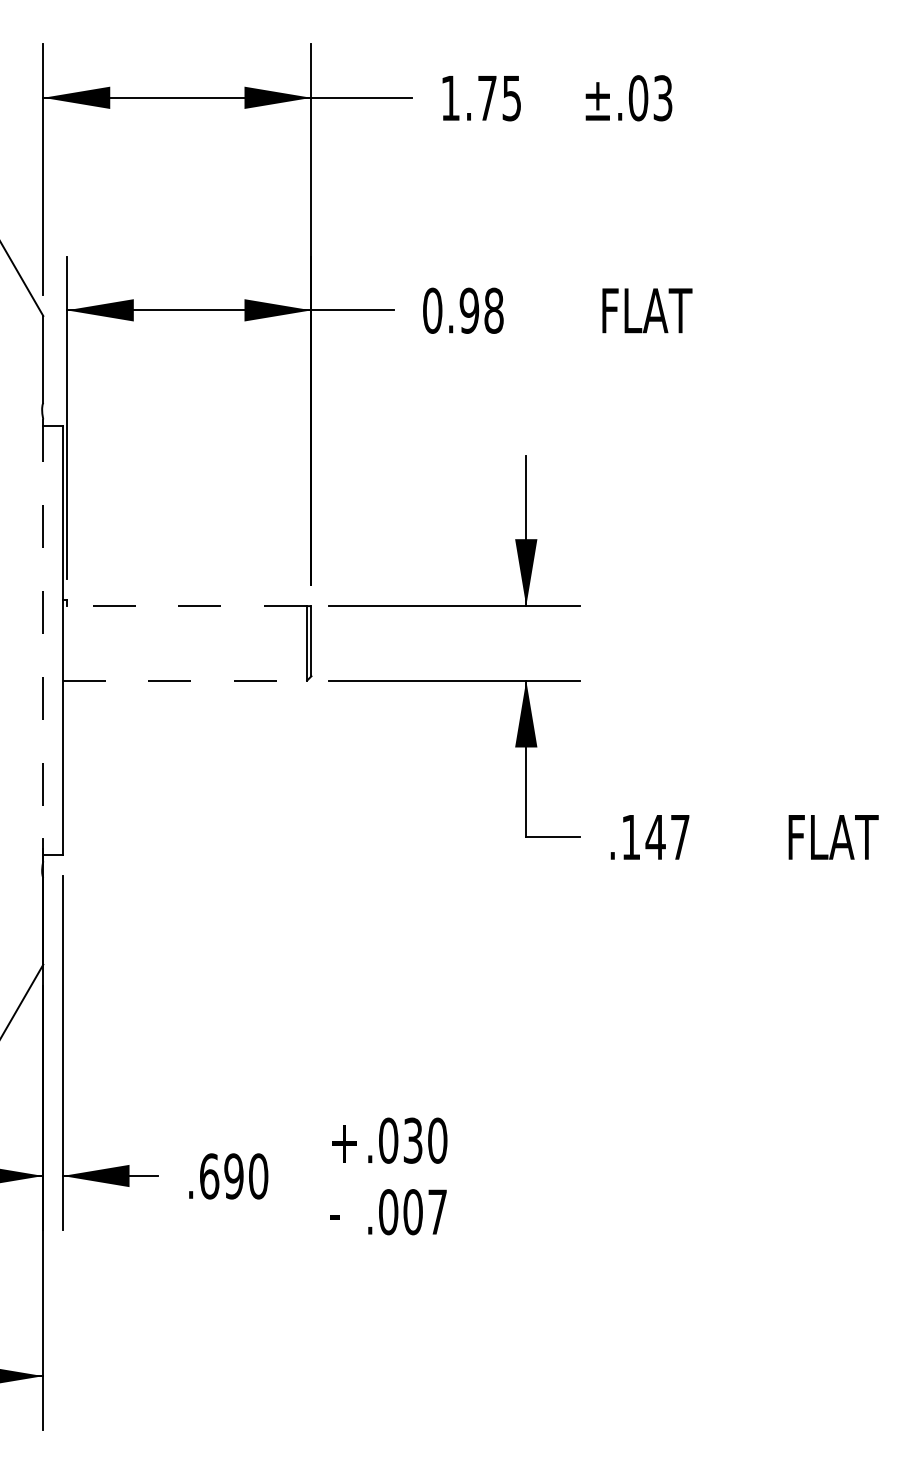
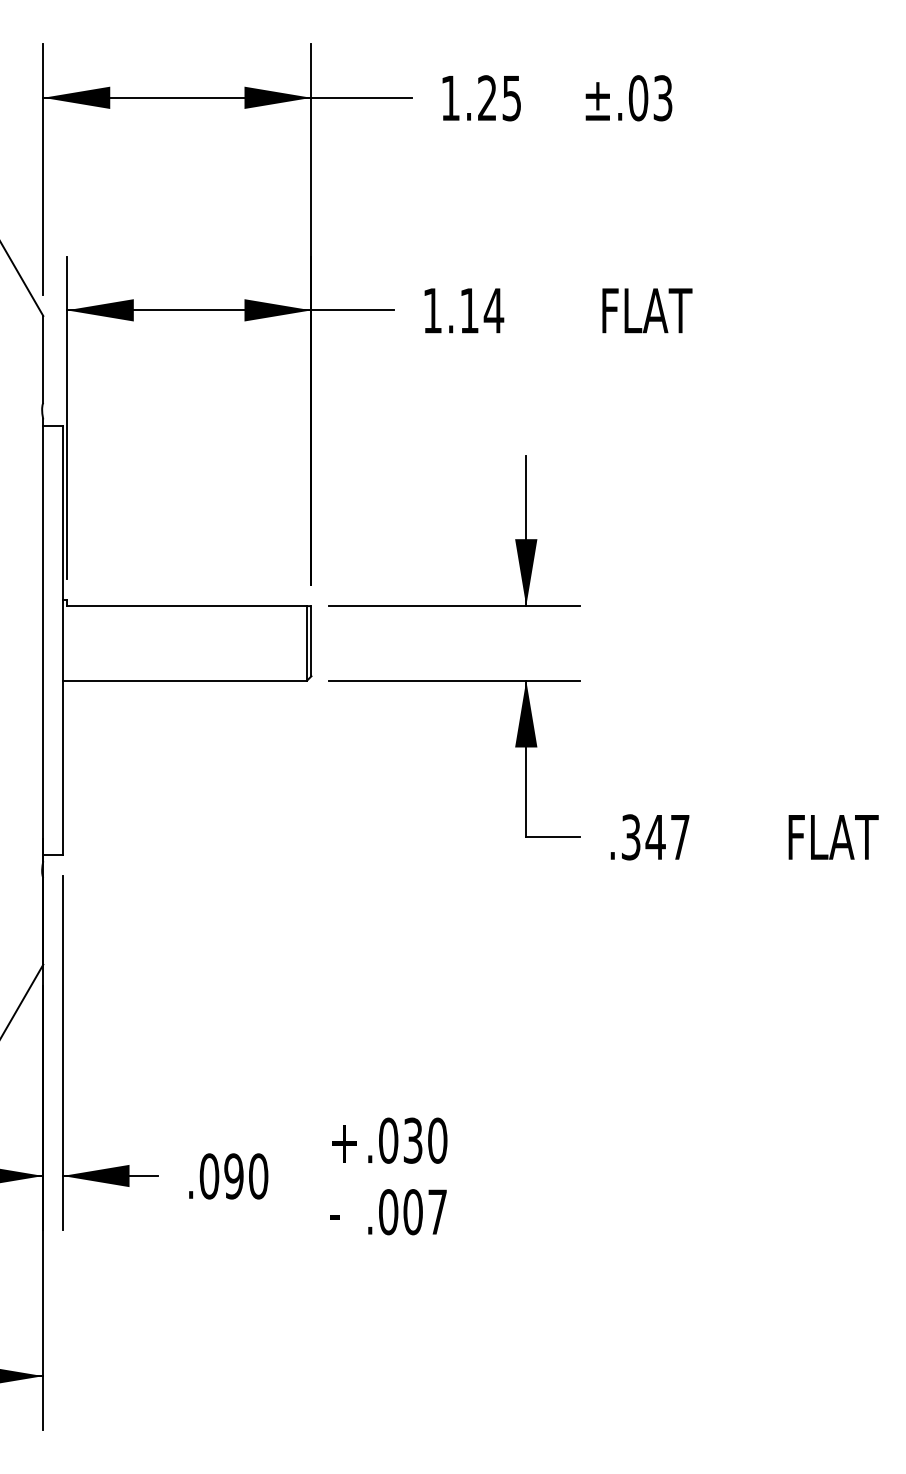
text at (487, 97): 1.75 -> 1.25
text at (463, 310): 0.98 -> 1.14
line at (186, 606): dashed -> solid
line at (43, 640): dashed -> solid
line at (185, 680): dashed -> solid
text at (631, 837): .147 -> .347
text at (209, 1176): .690 -> .090
